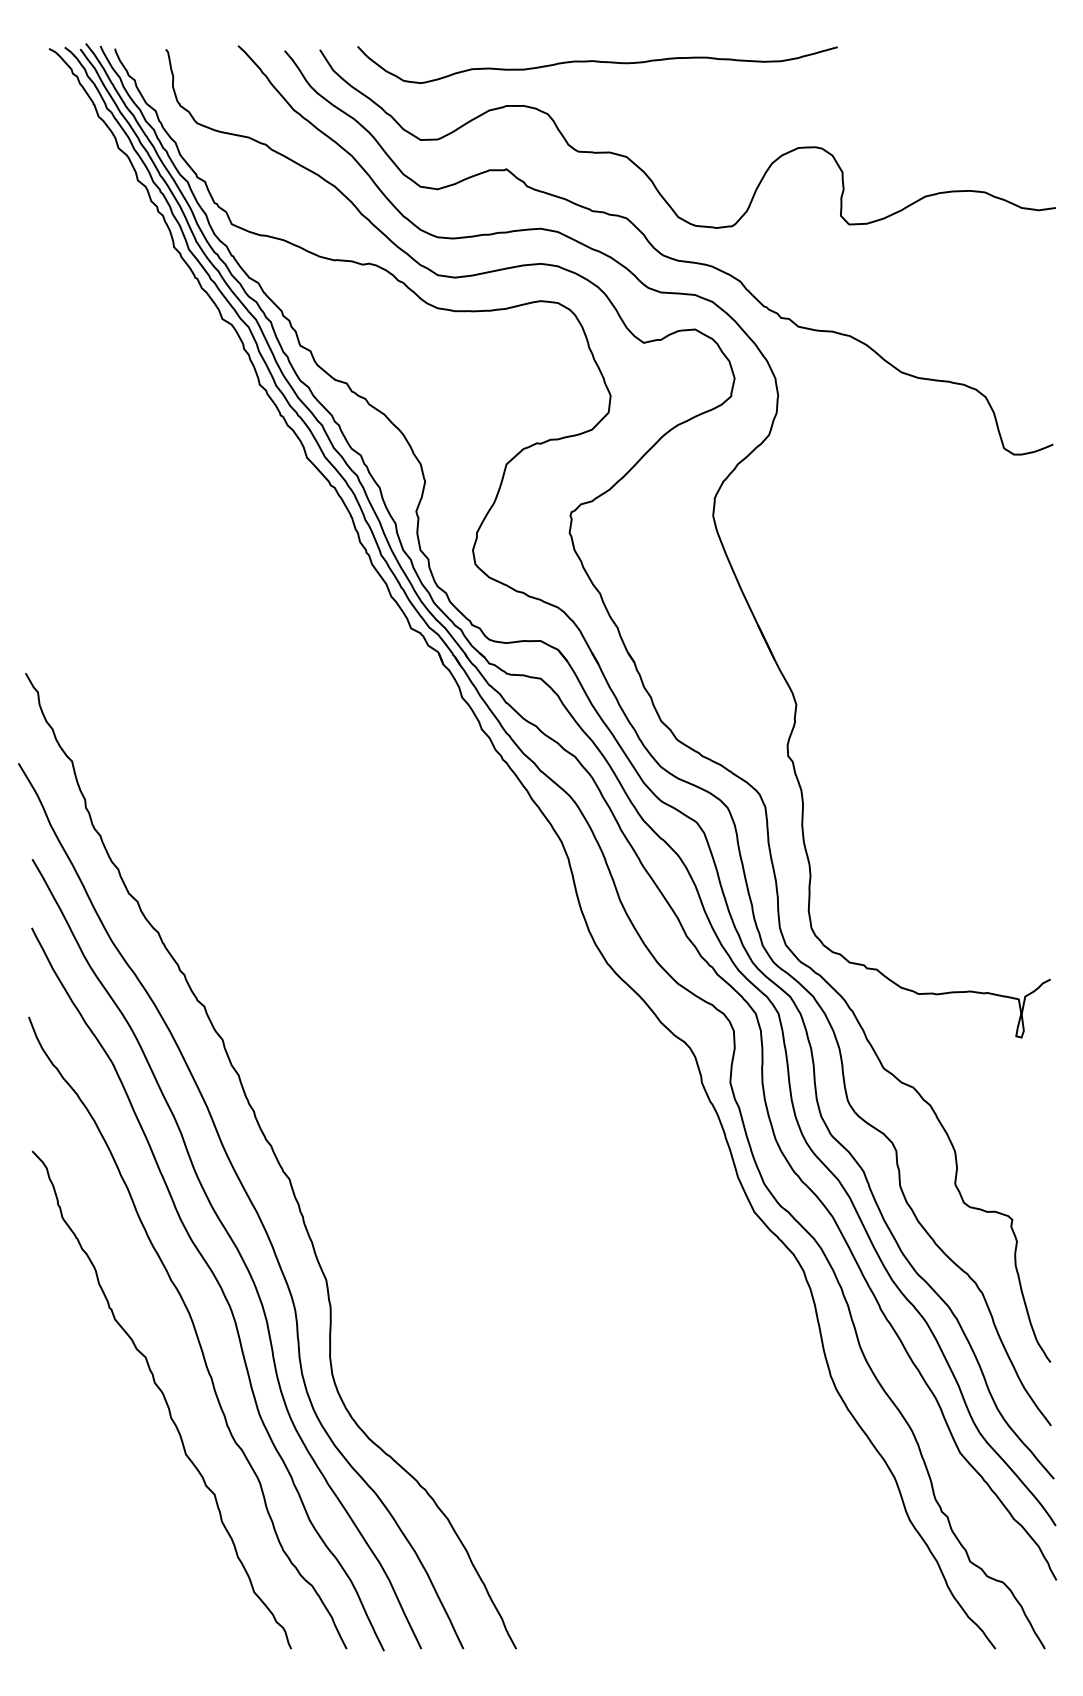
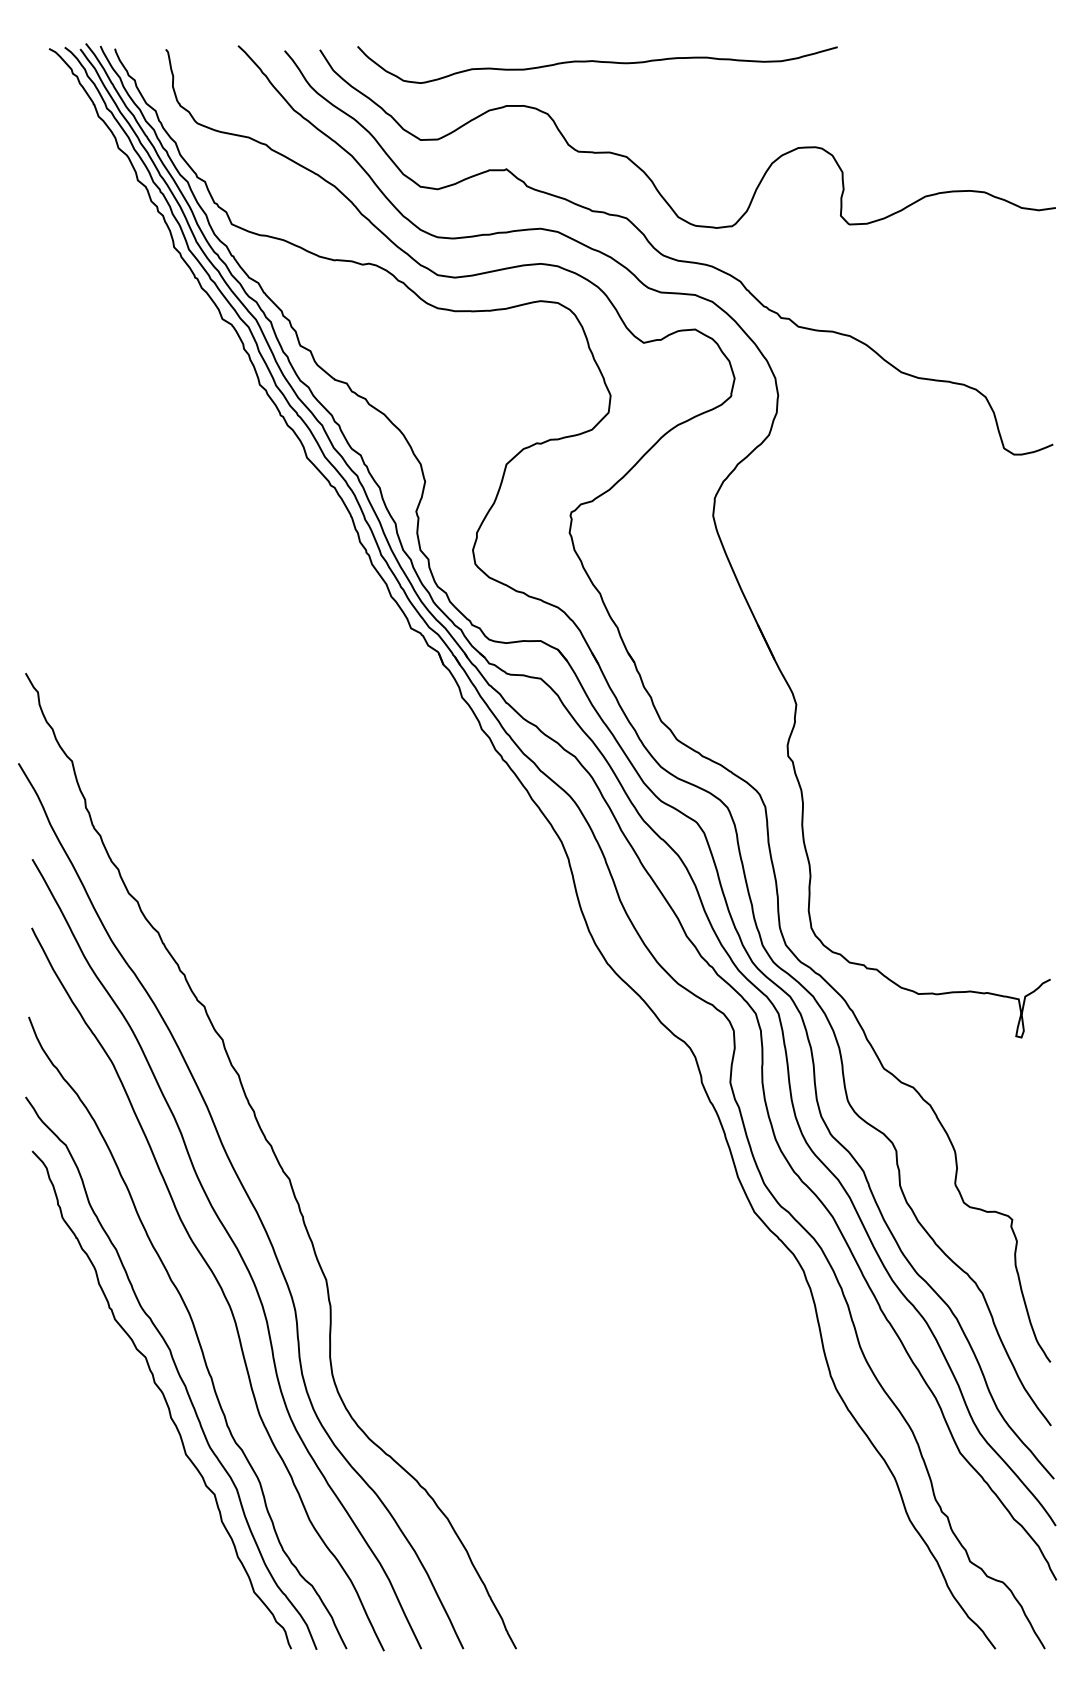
curve at (176, 1371): none -> present
